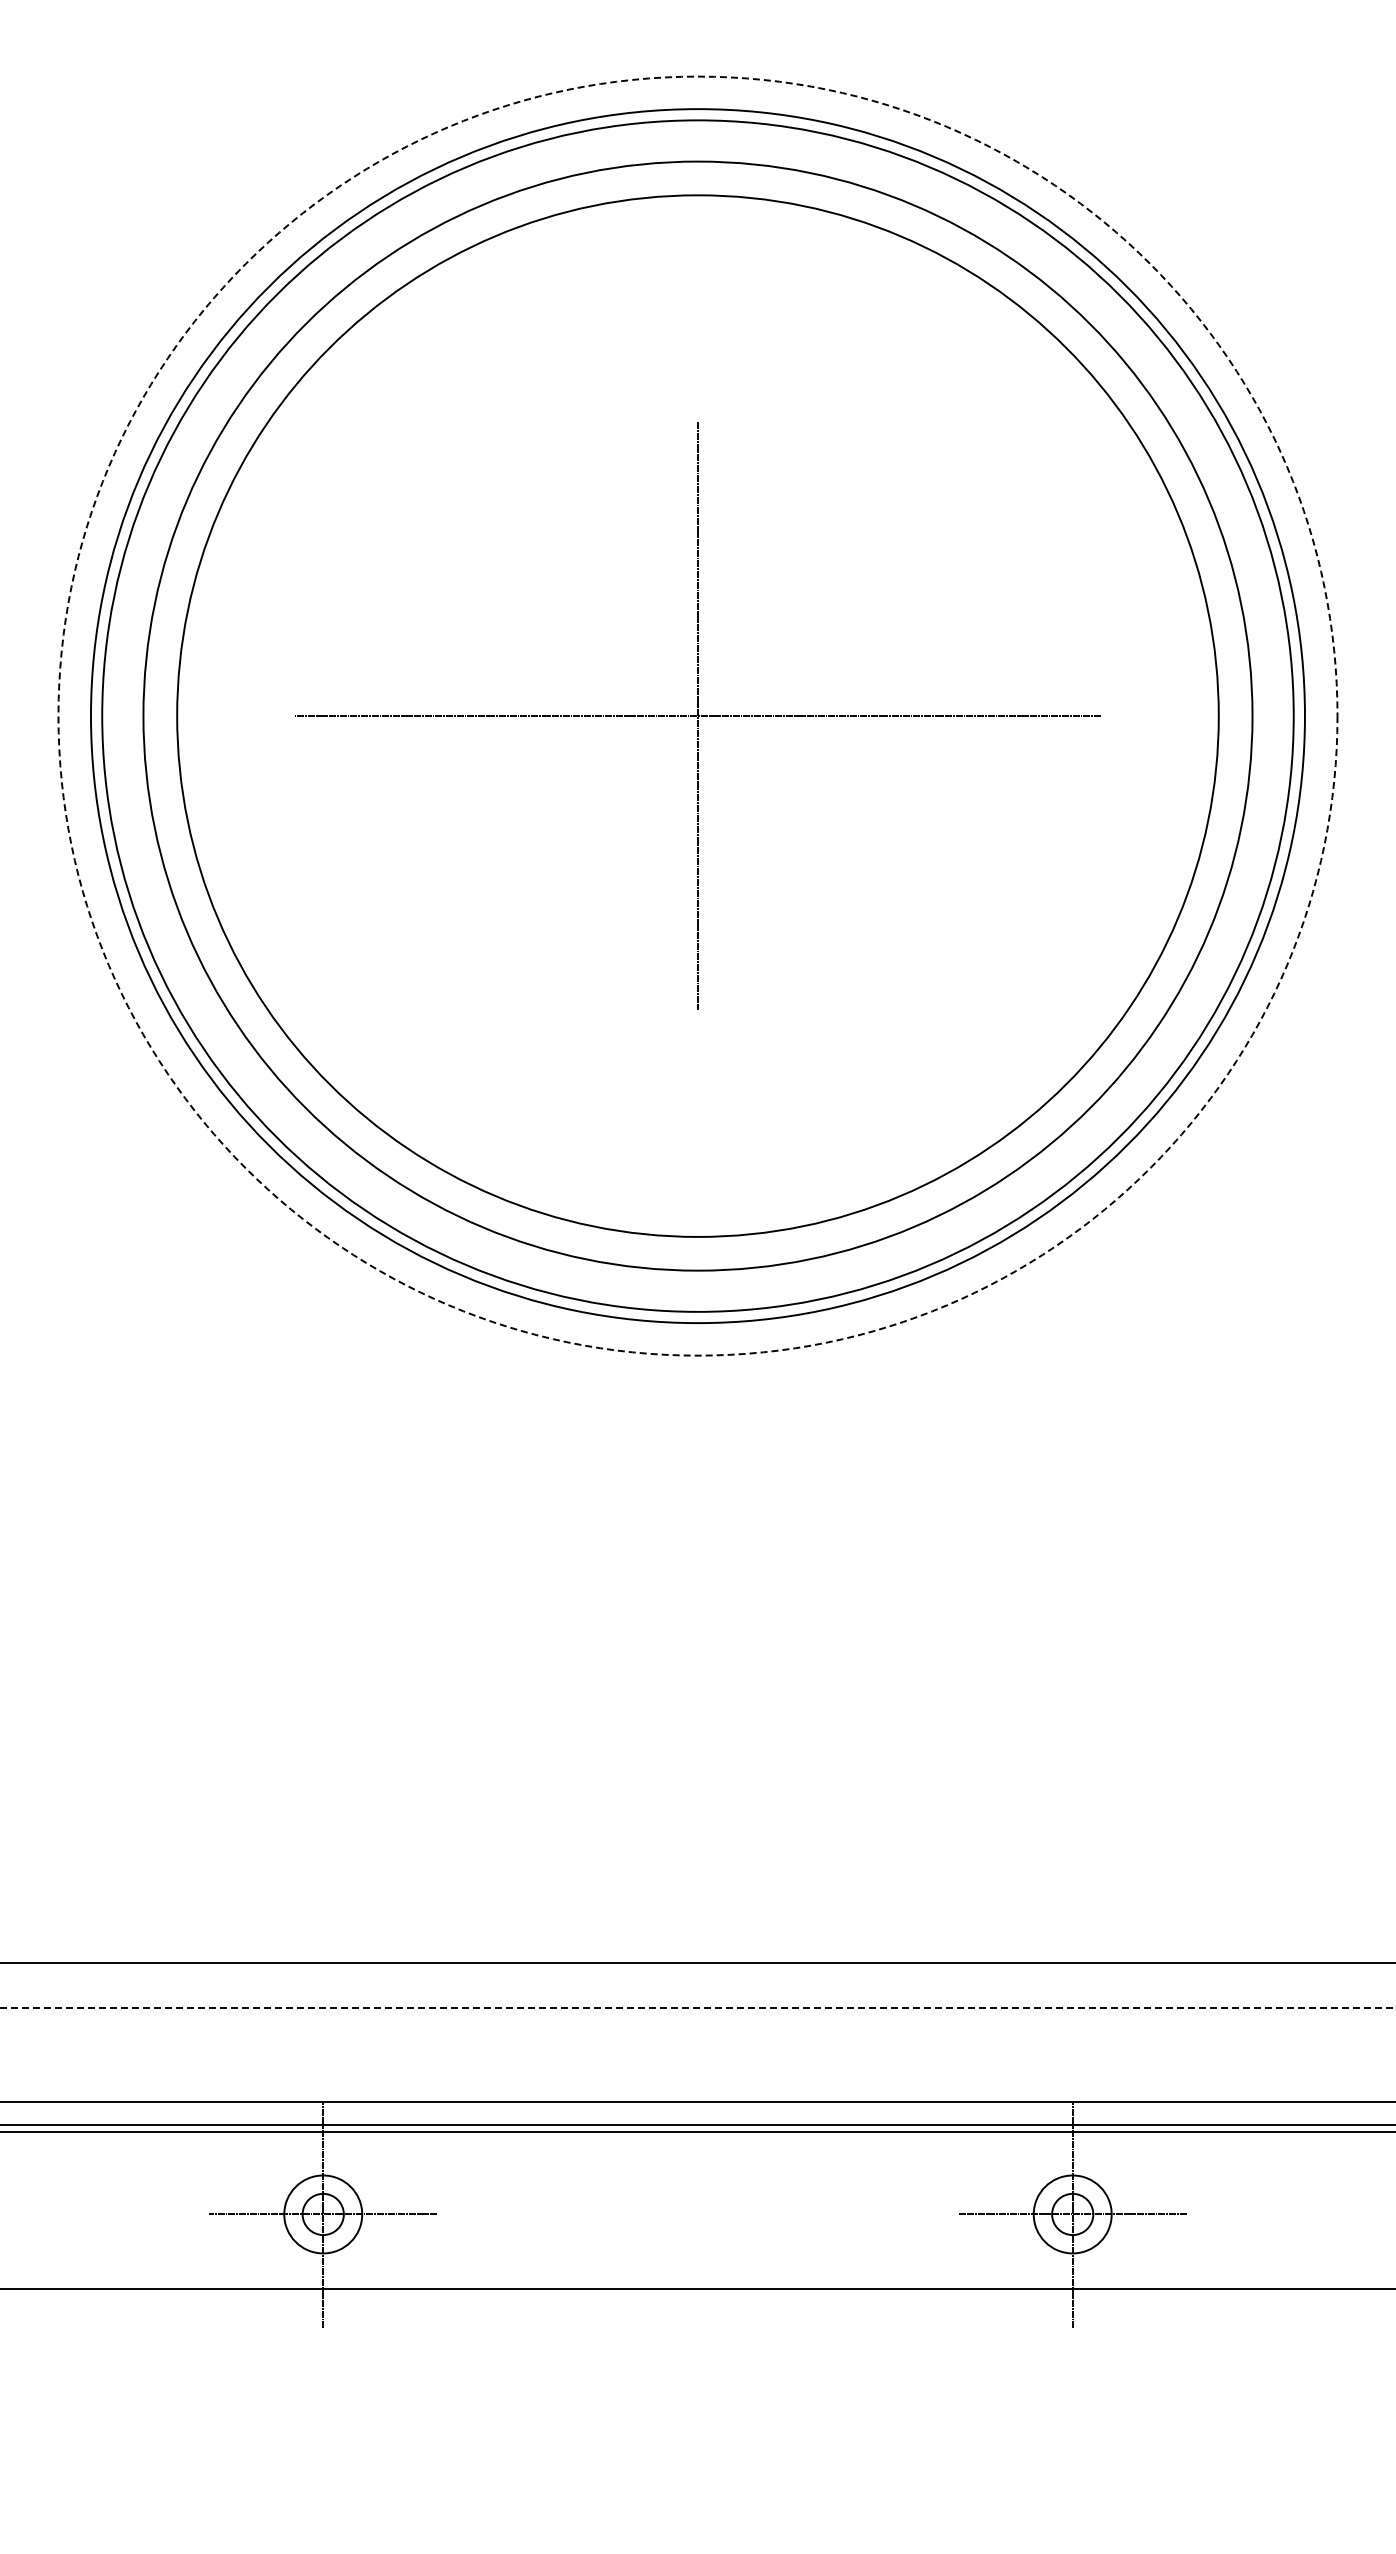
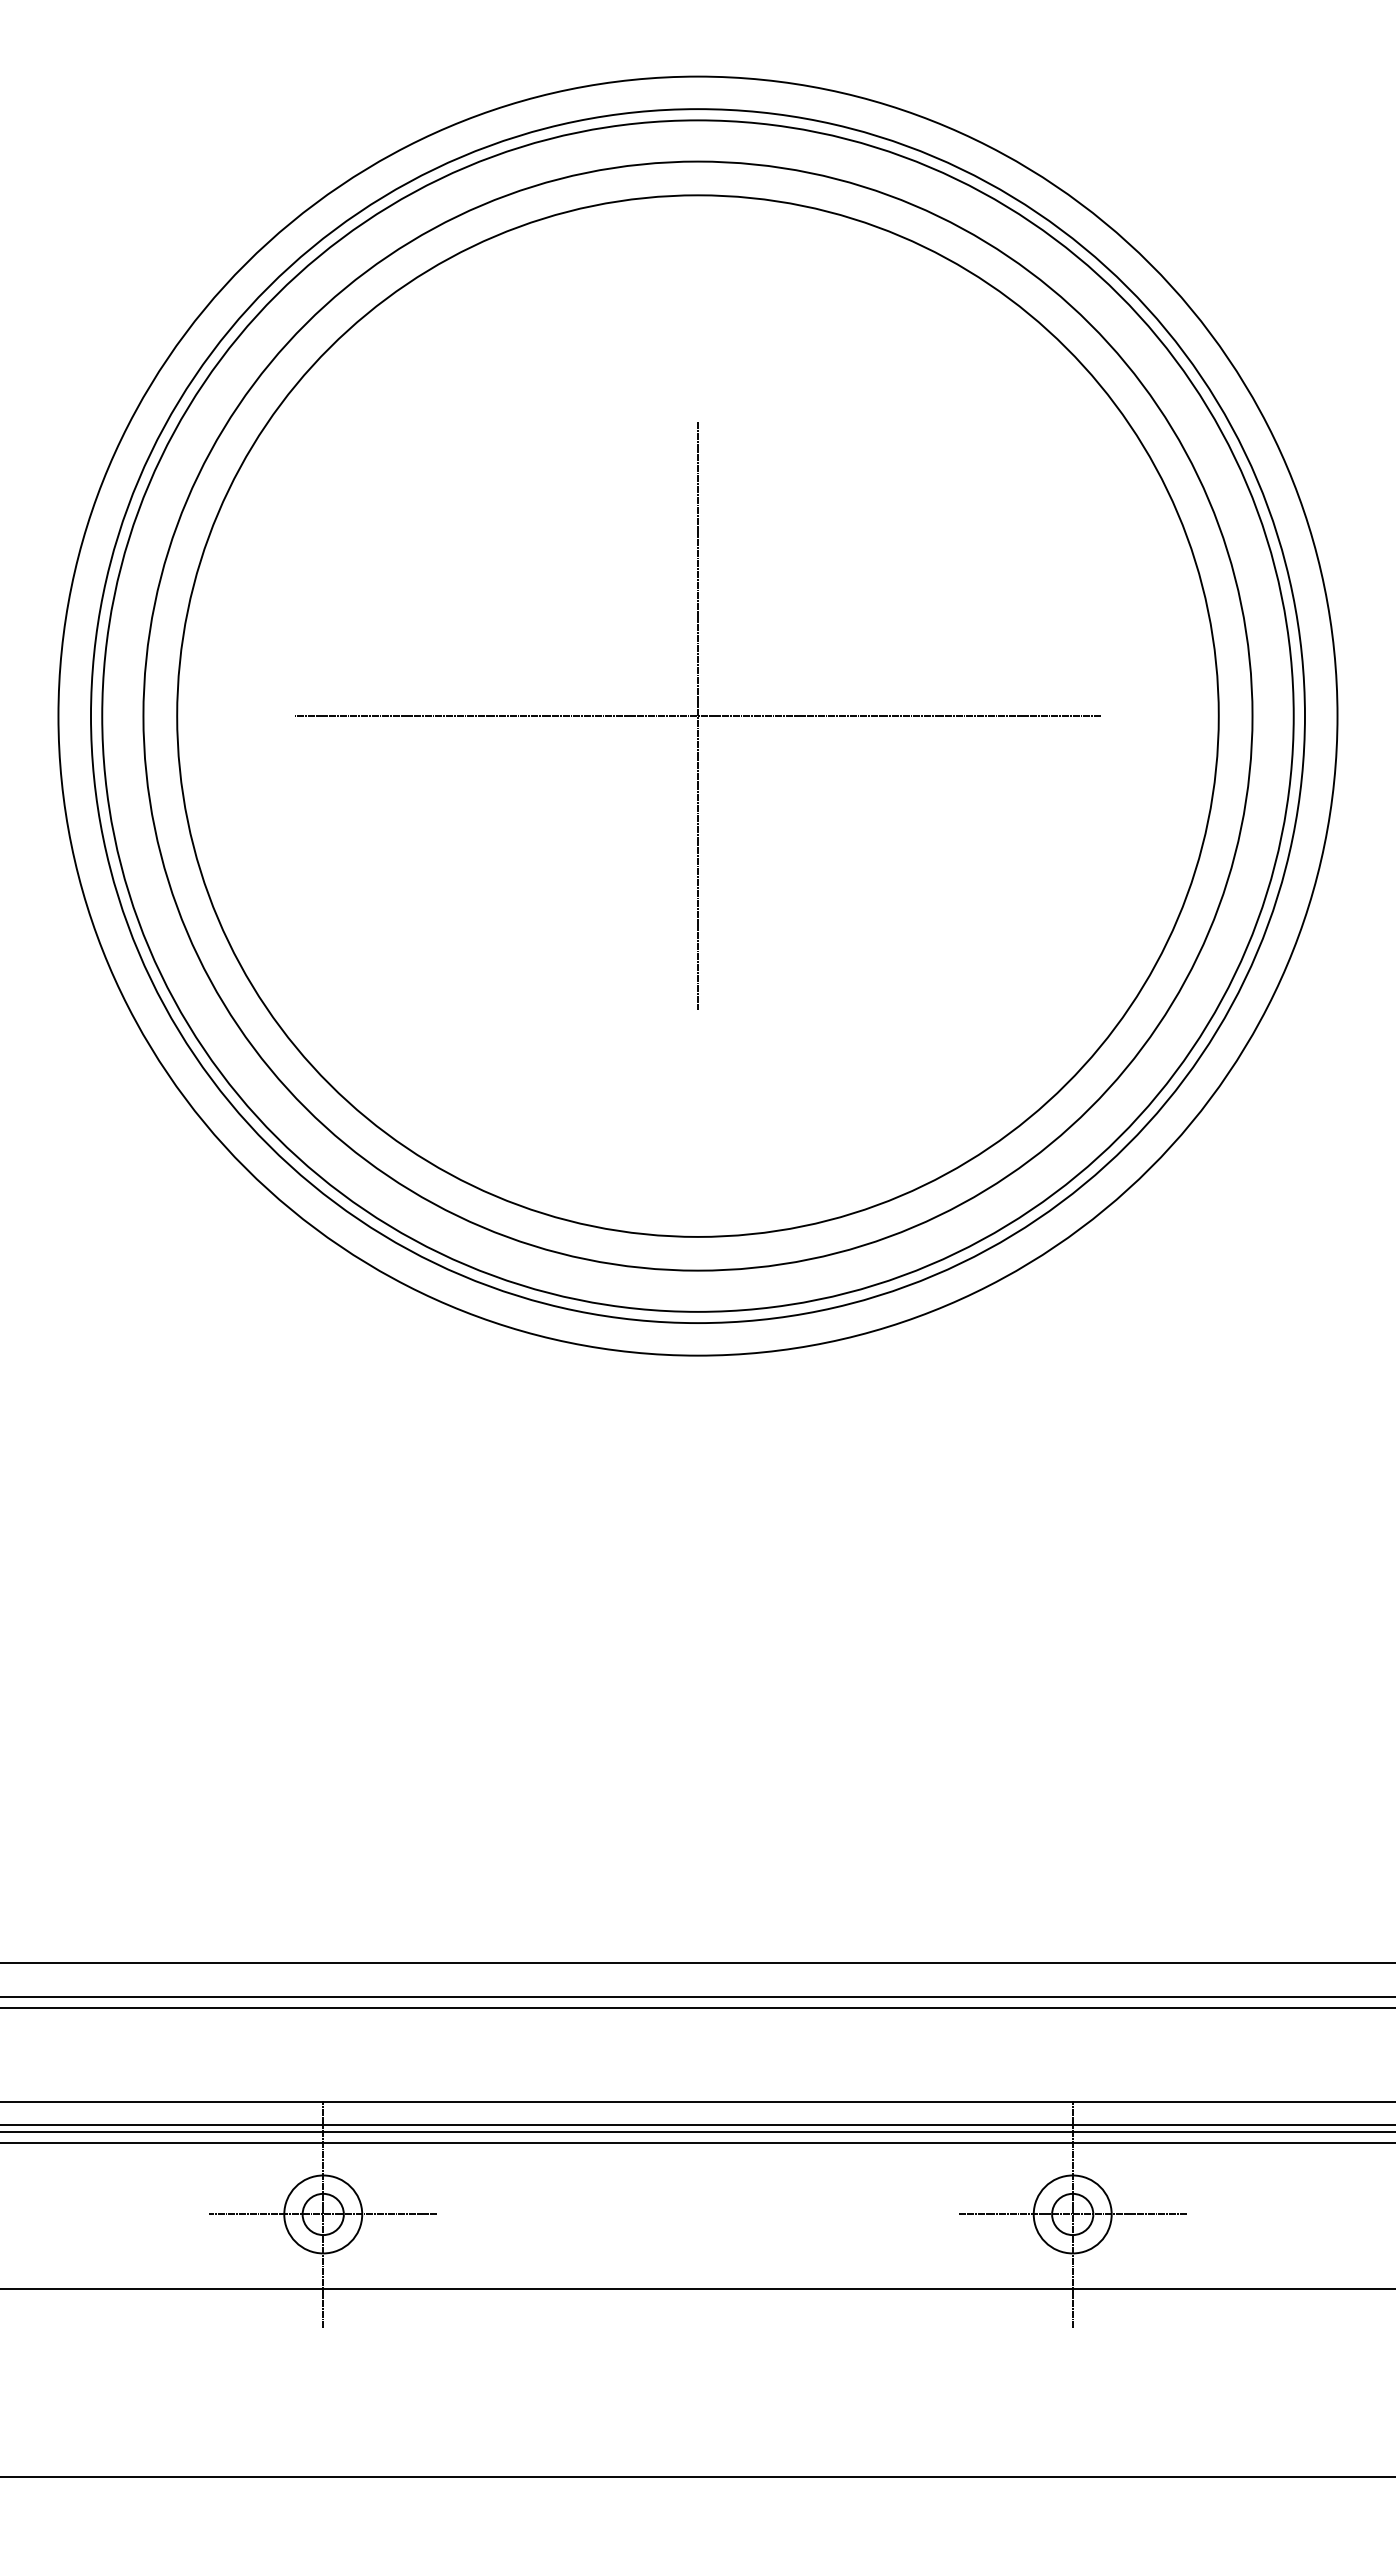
circle at (697, 715): dashed -> solid
line at (697, 1997): none -> present
line at (698, 2008): dashed -> solid
line at (697, 2143): none -> present
line at (697, 2477): none -> present
